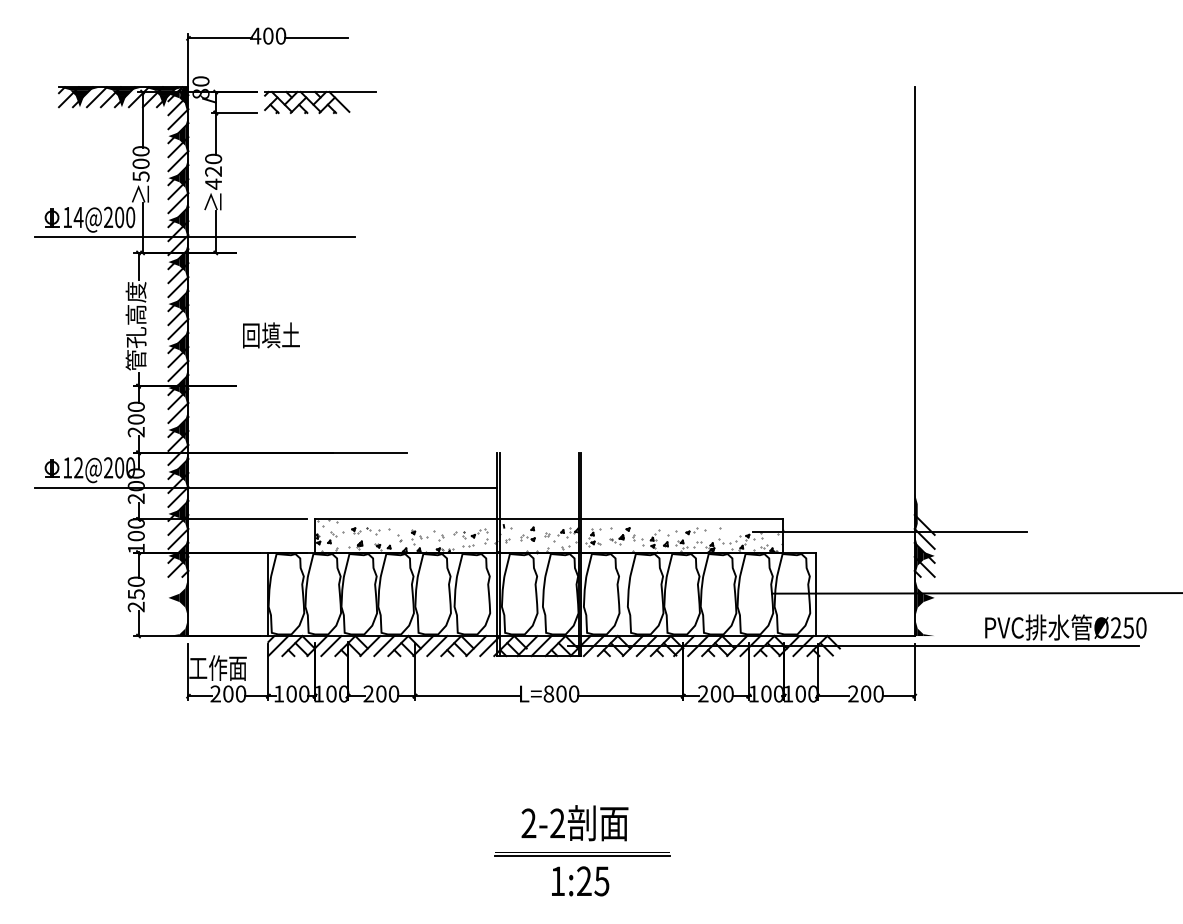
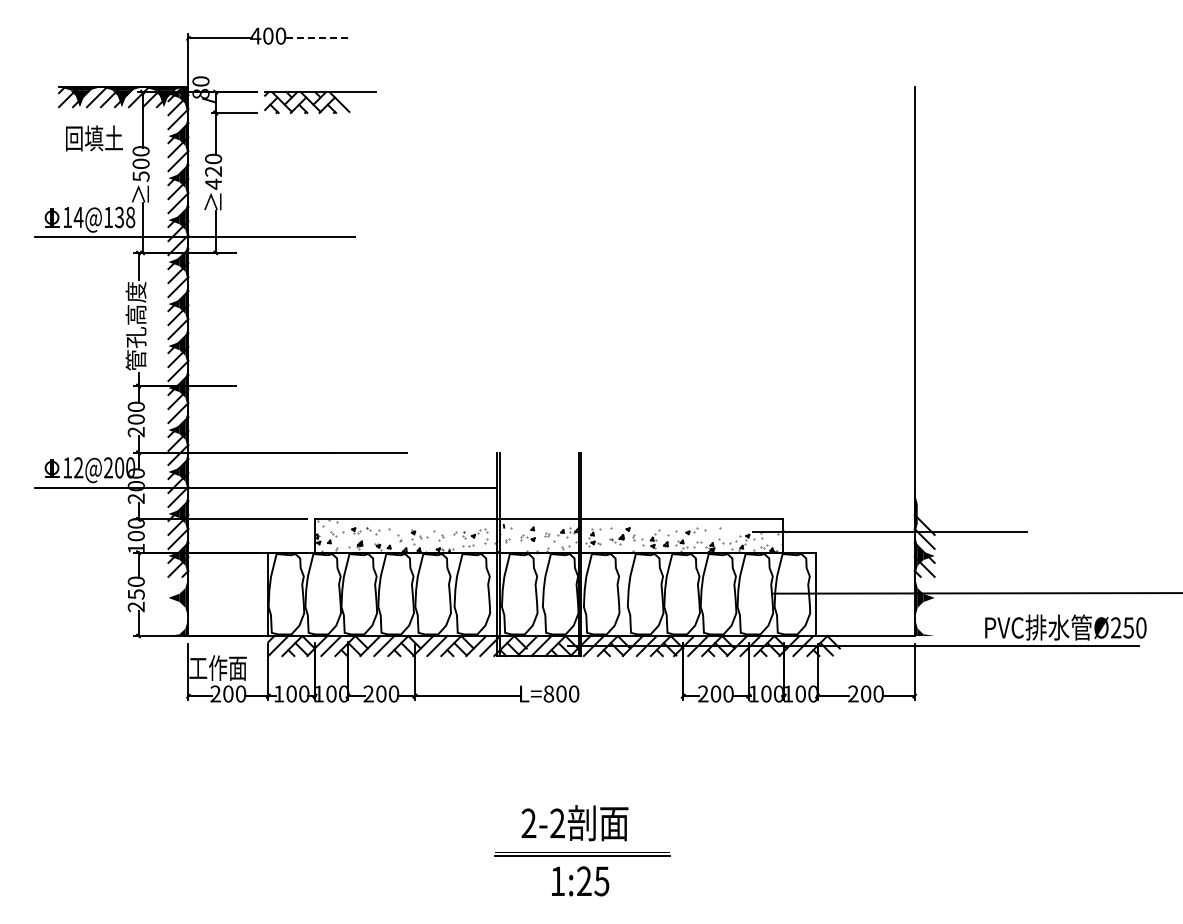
line at (316, 38): solid -> dashed
text at (119, 217): 14@200 -> 14@138
text at (271, 335) position: (271, 335) -> (94, 138)
line at (630, 696): present -> none
